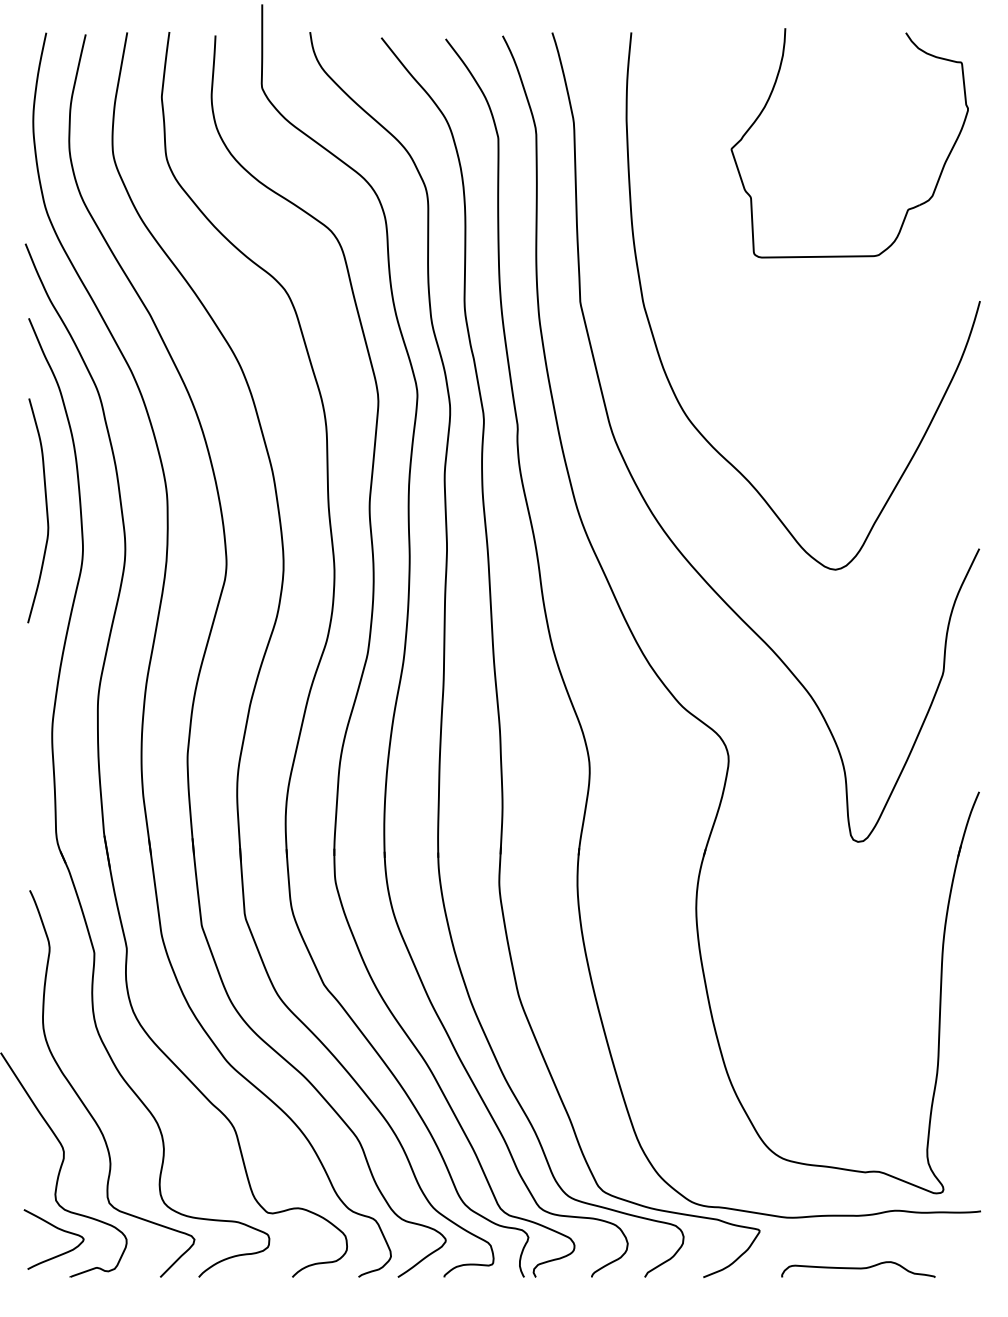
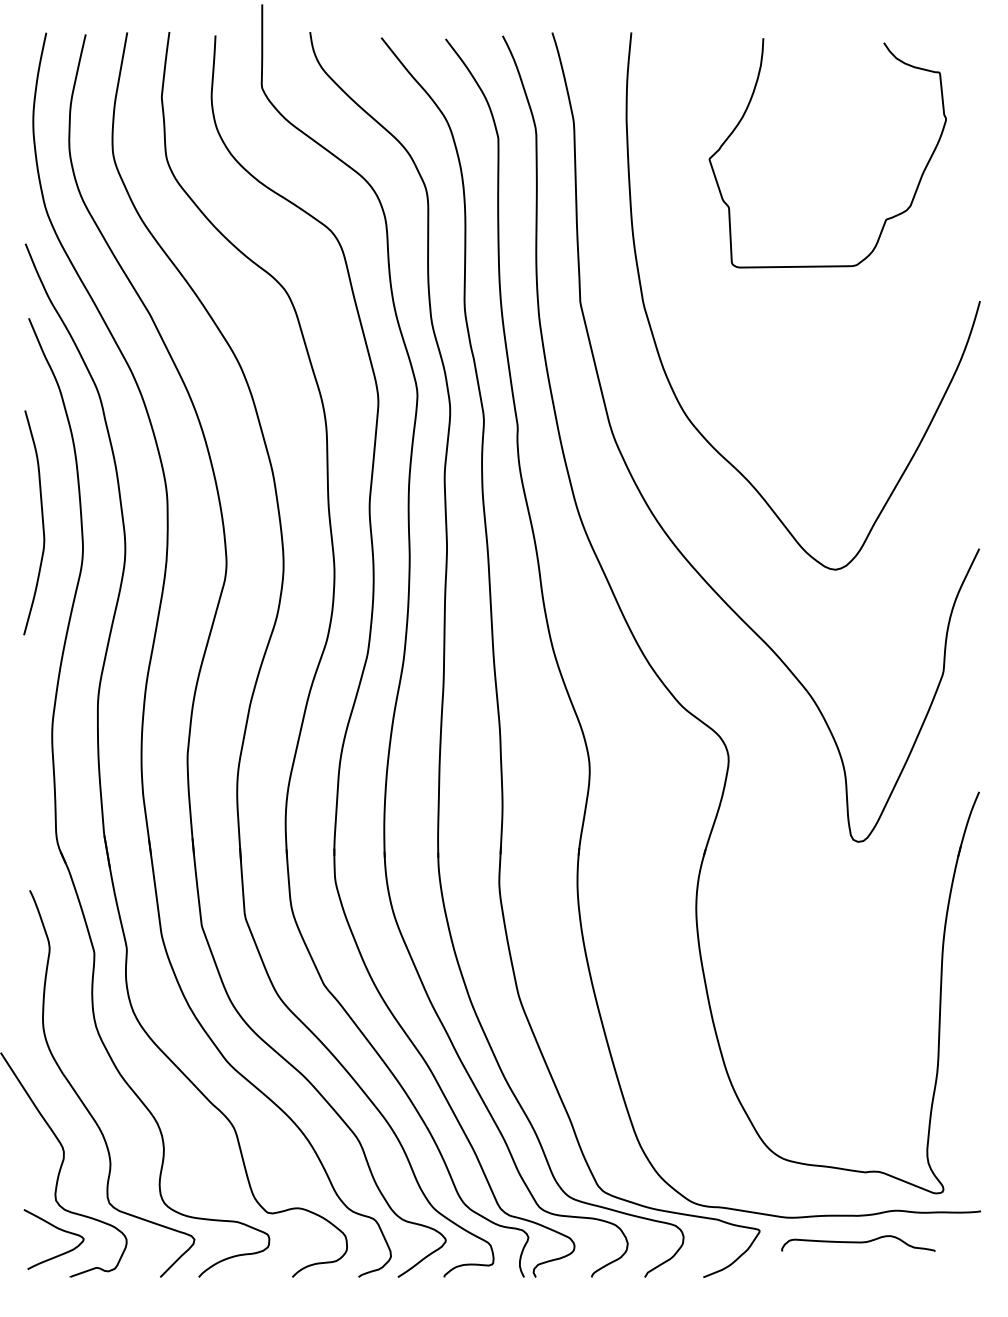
part at (908, 208) position: (908, 208) -> (886, 218)
curve at (46, 510) position: (46, 510) -> (42, 522)
curve at (858, 1269) position: (858, 1269) -> (858, 1243)
